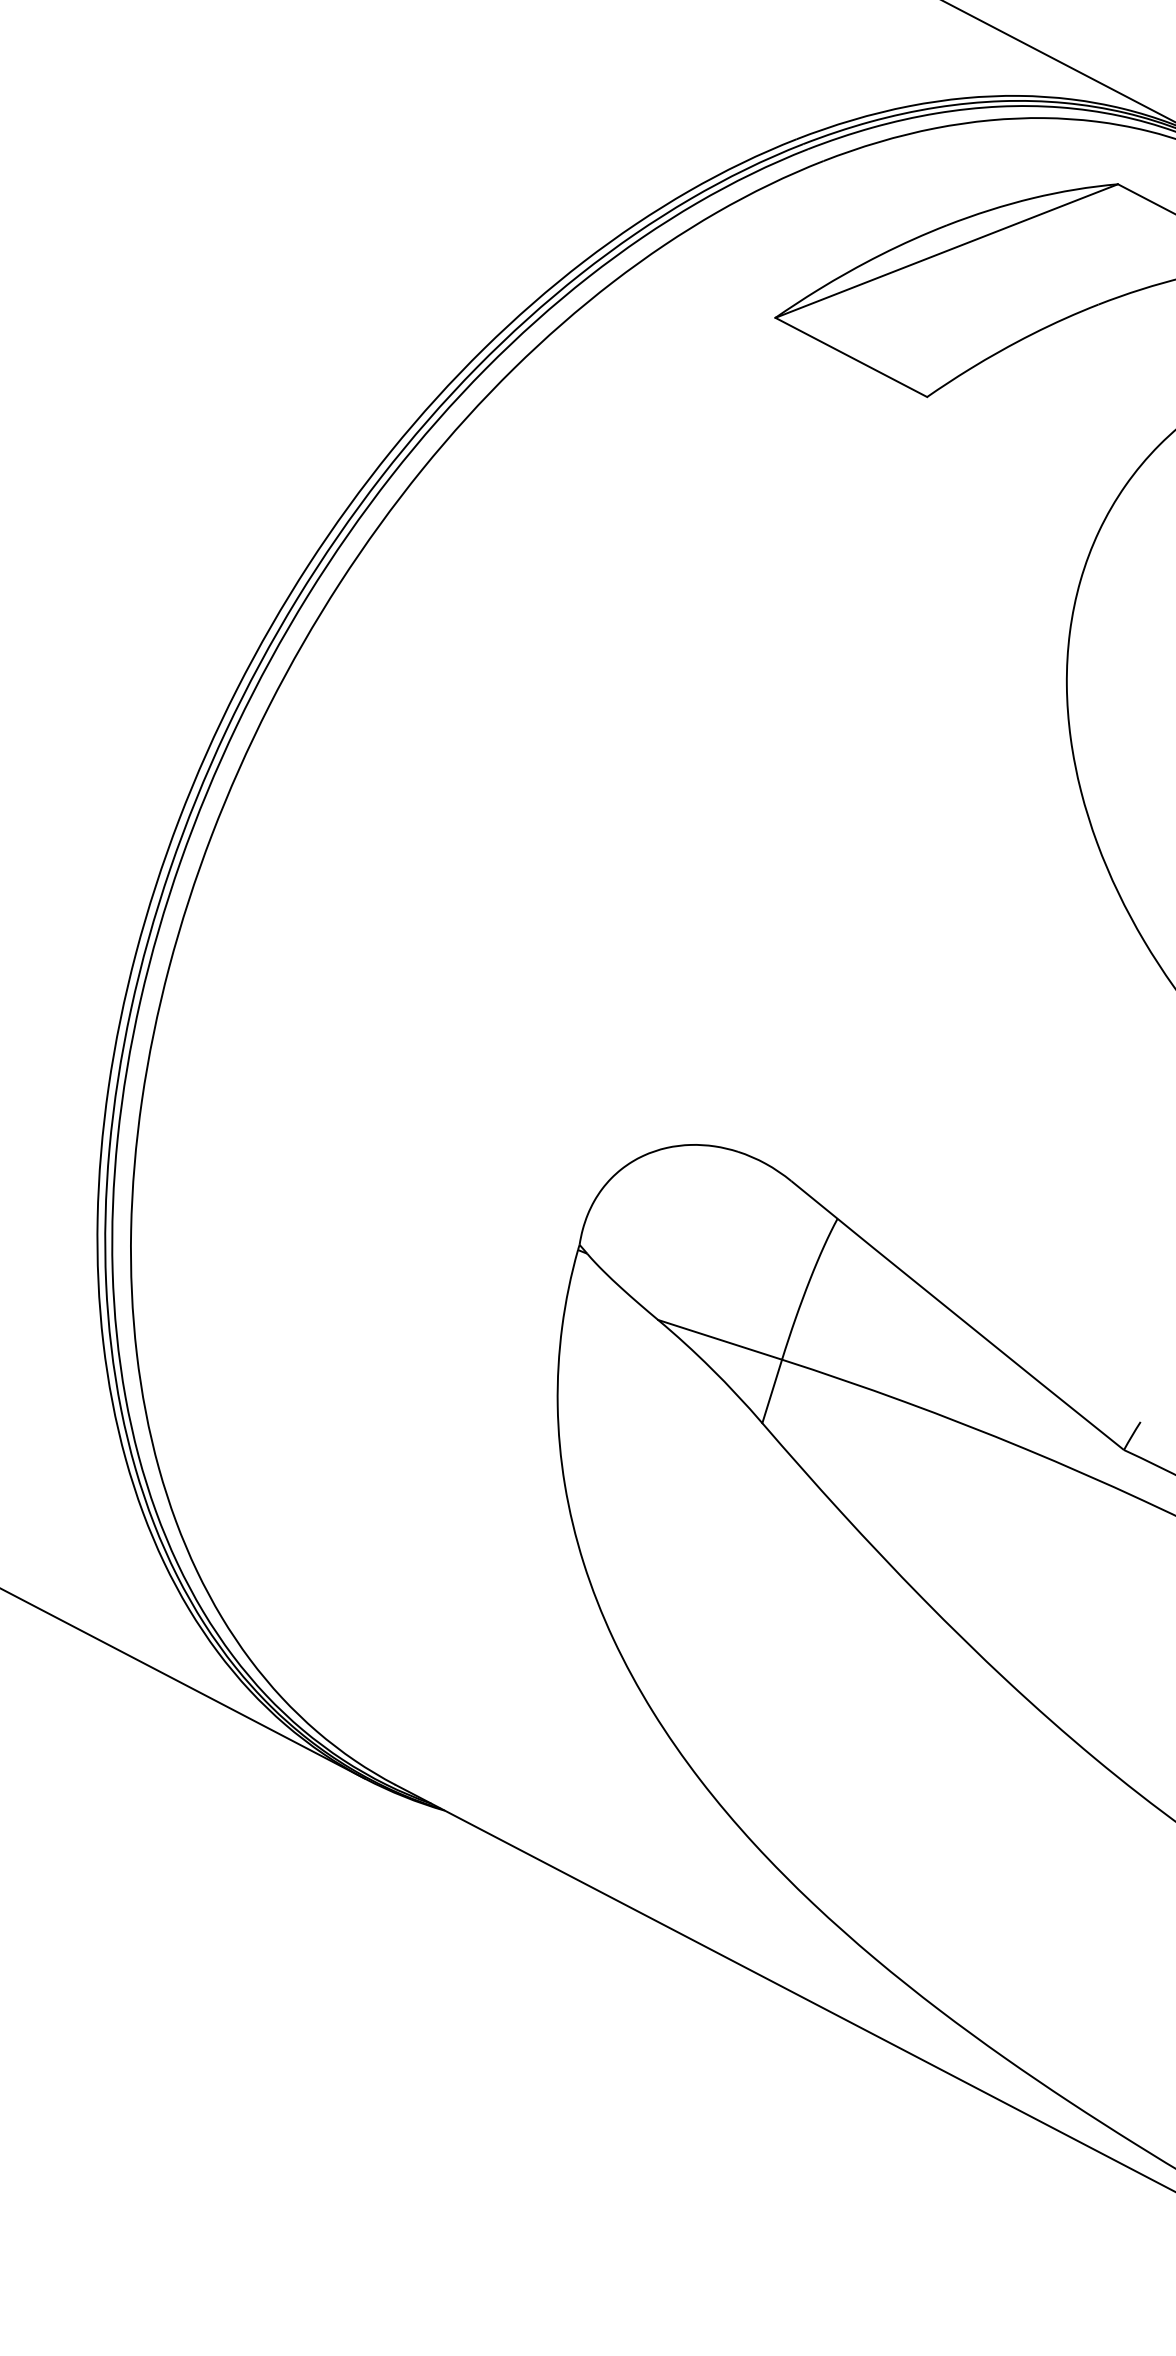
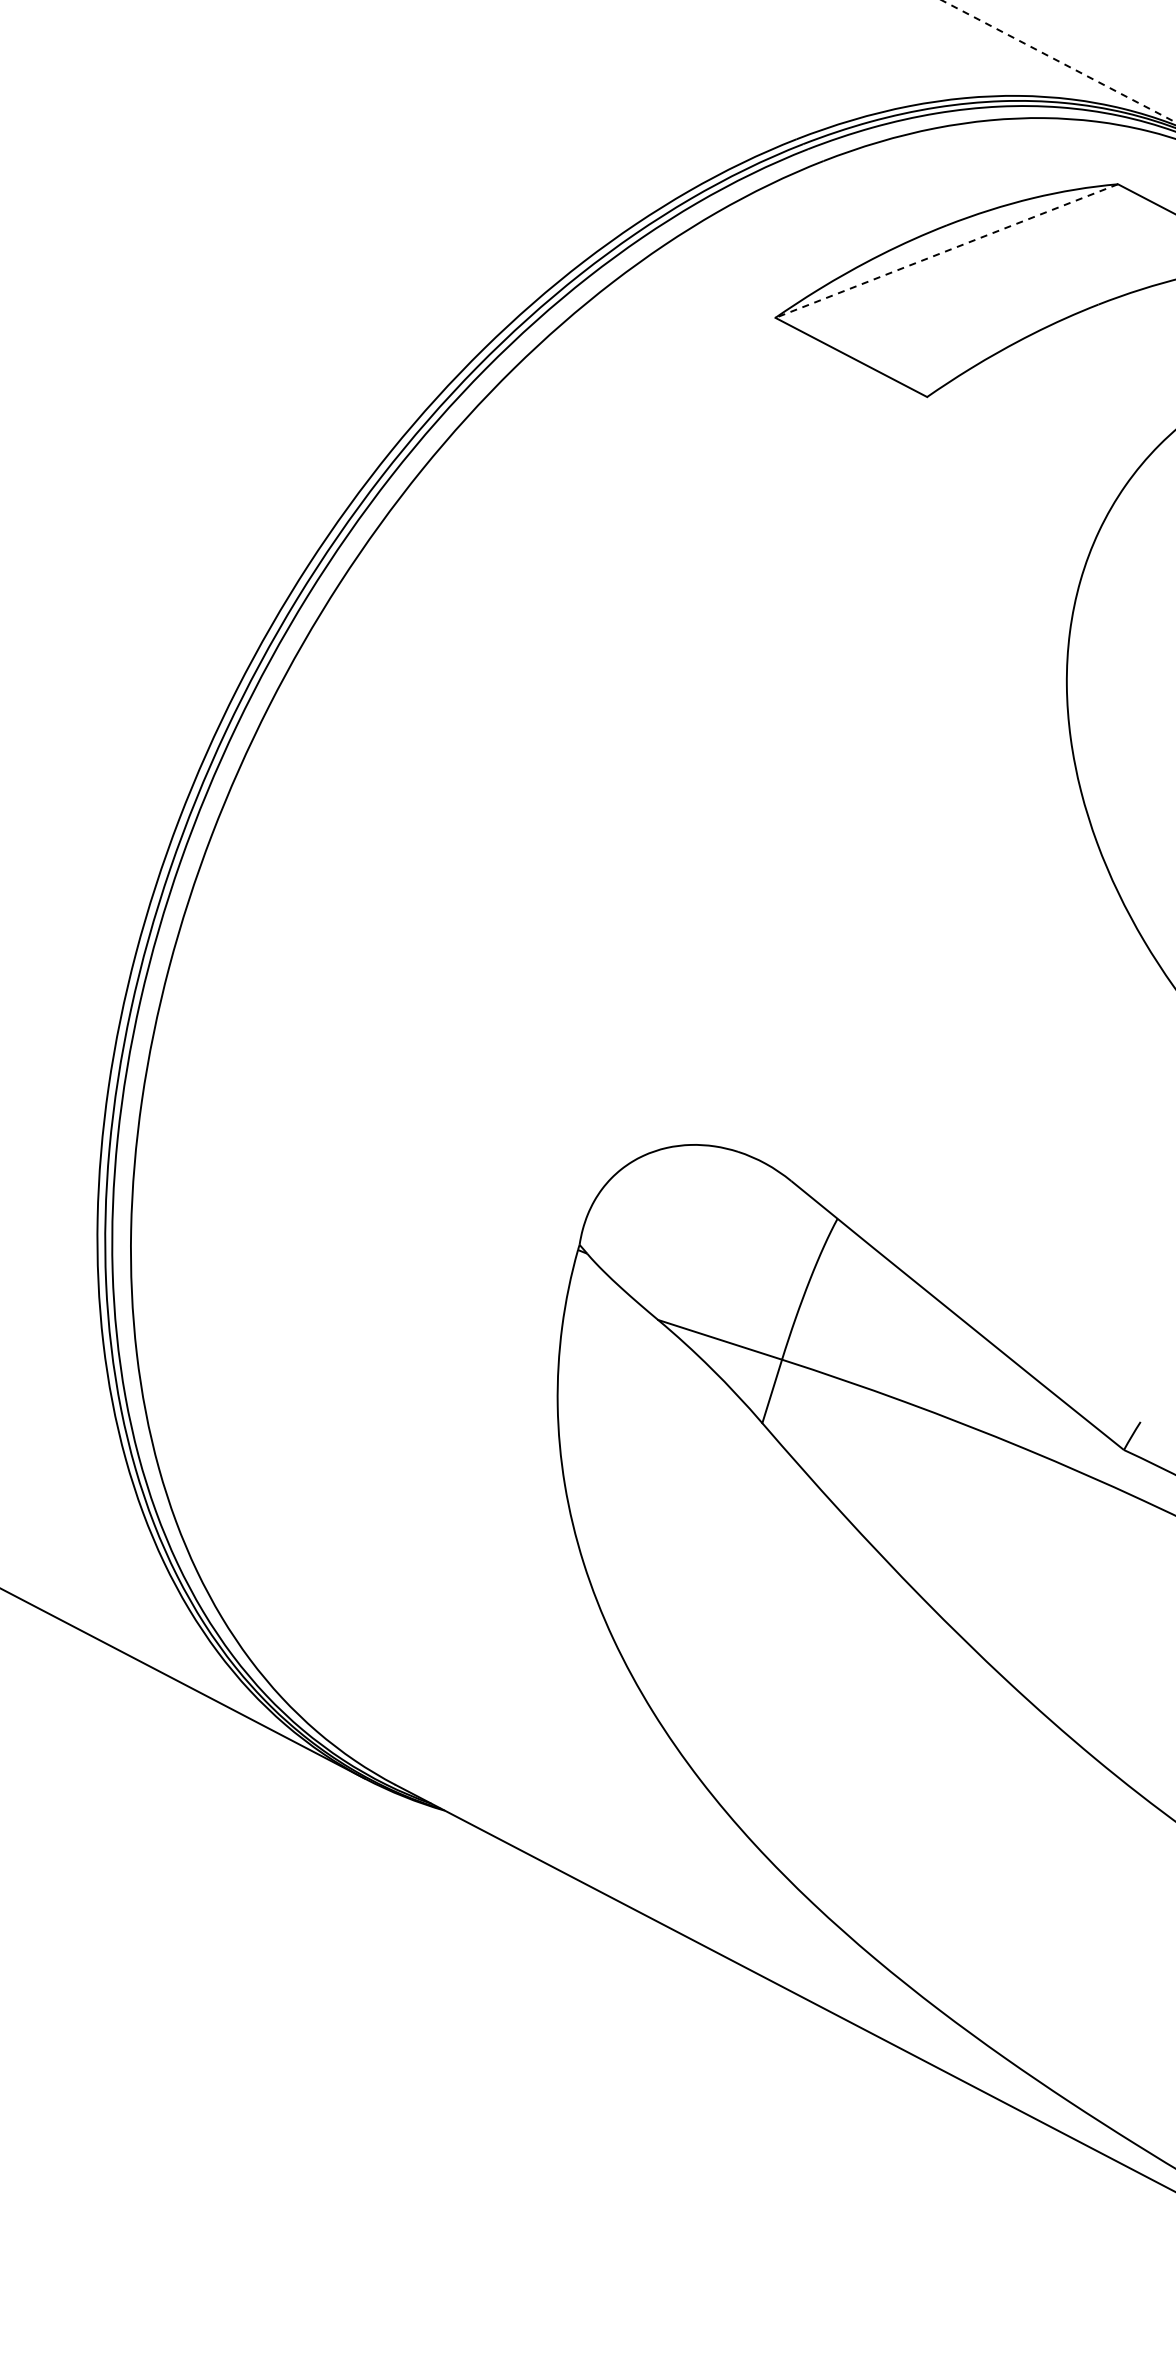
line at (1058, 61): solid -> dashed
line at (946, 251): solid -> dashed
